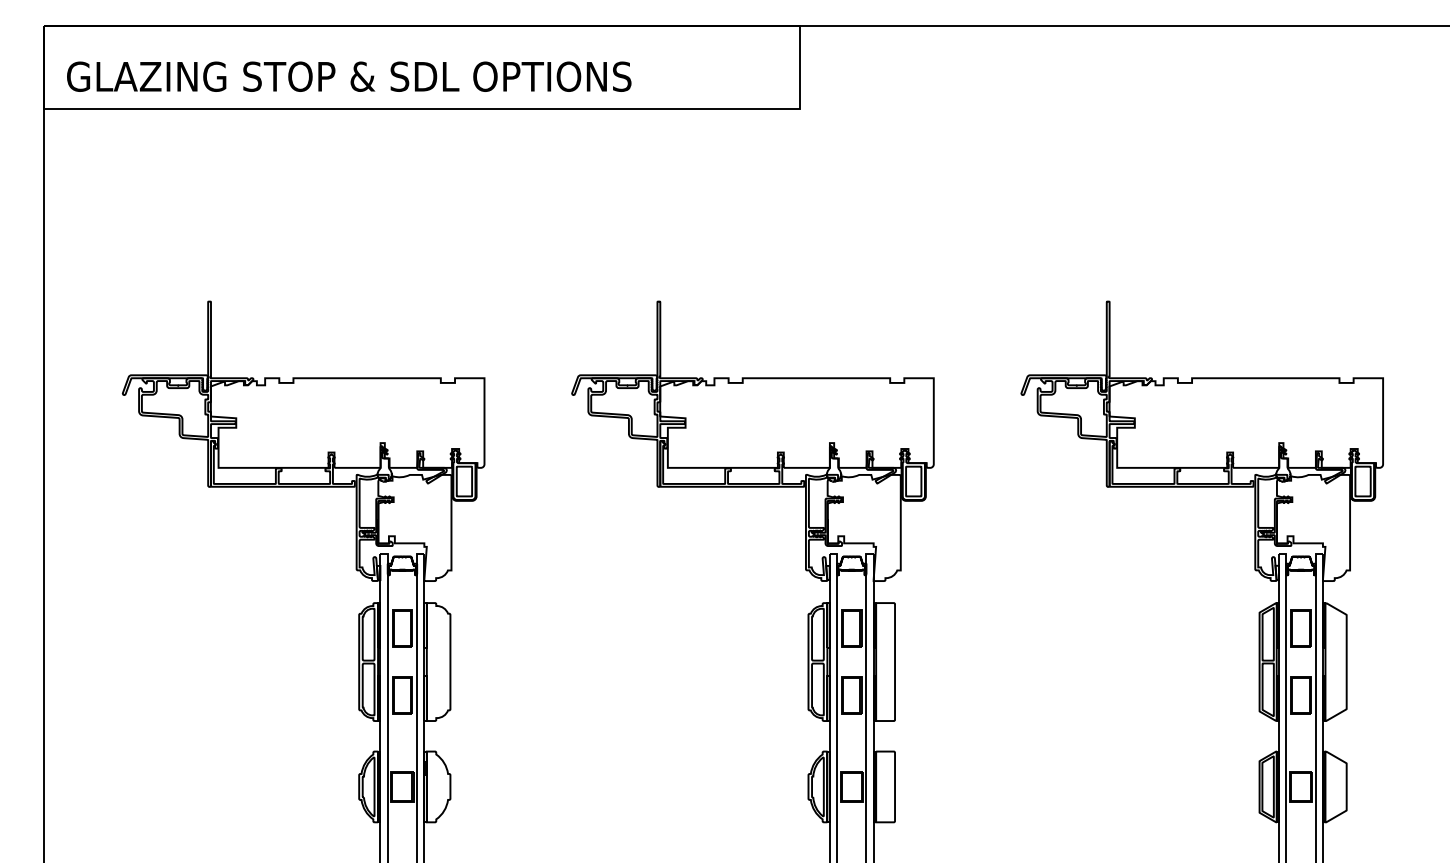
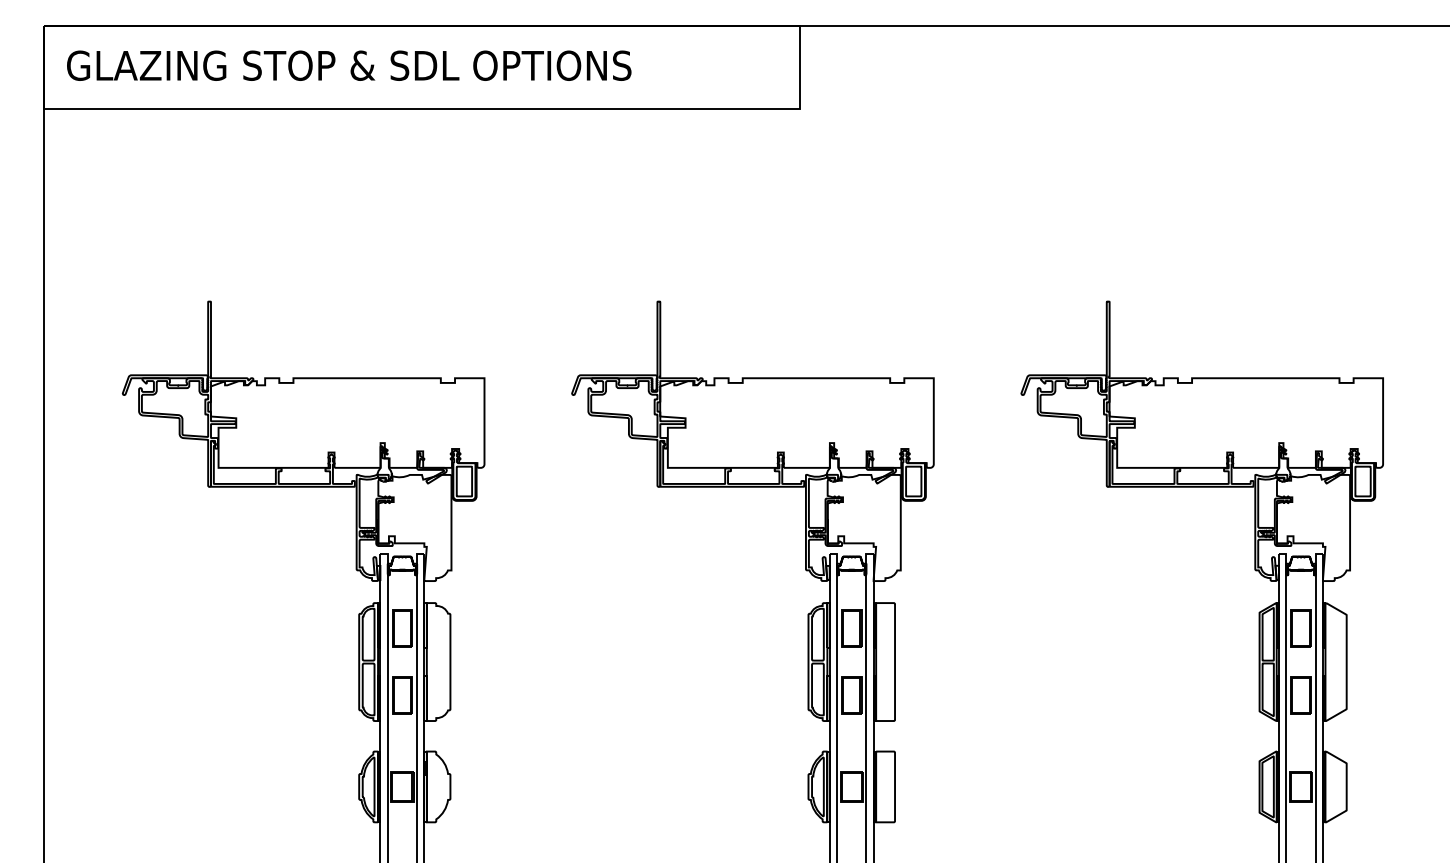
text at (349, 76) position: (349, 76) -> (349, 65)
